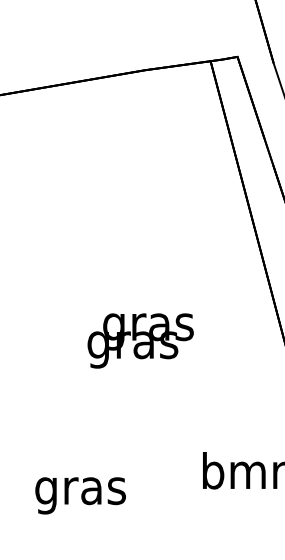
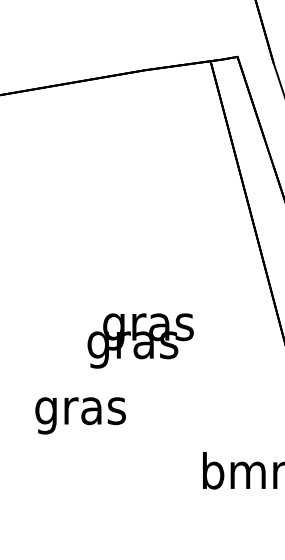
text at (80, 495) position: (80, 495) -> (80, 415)
